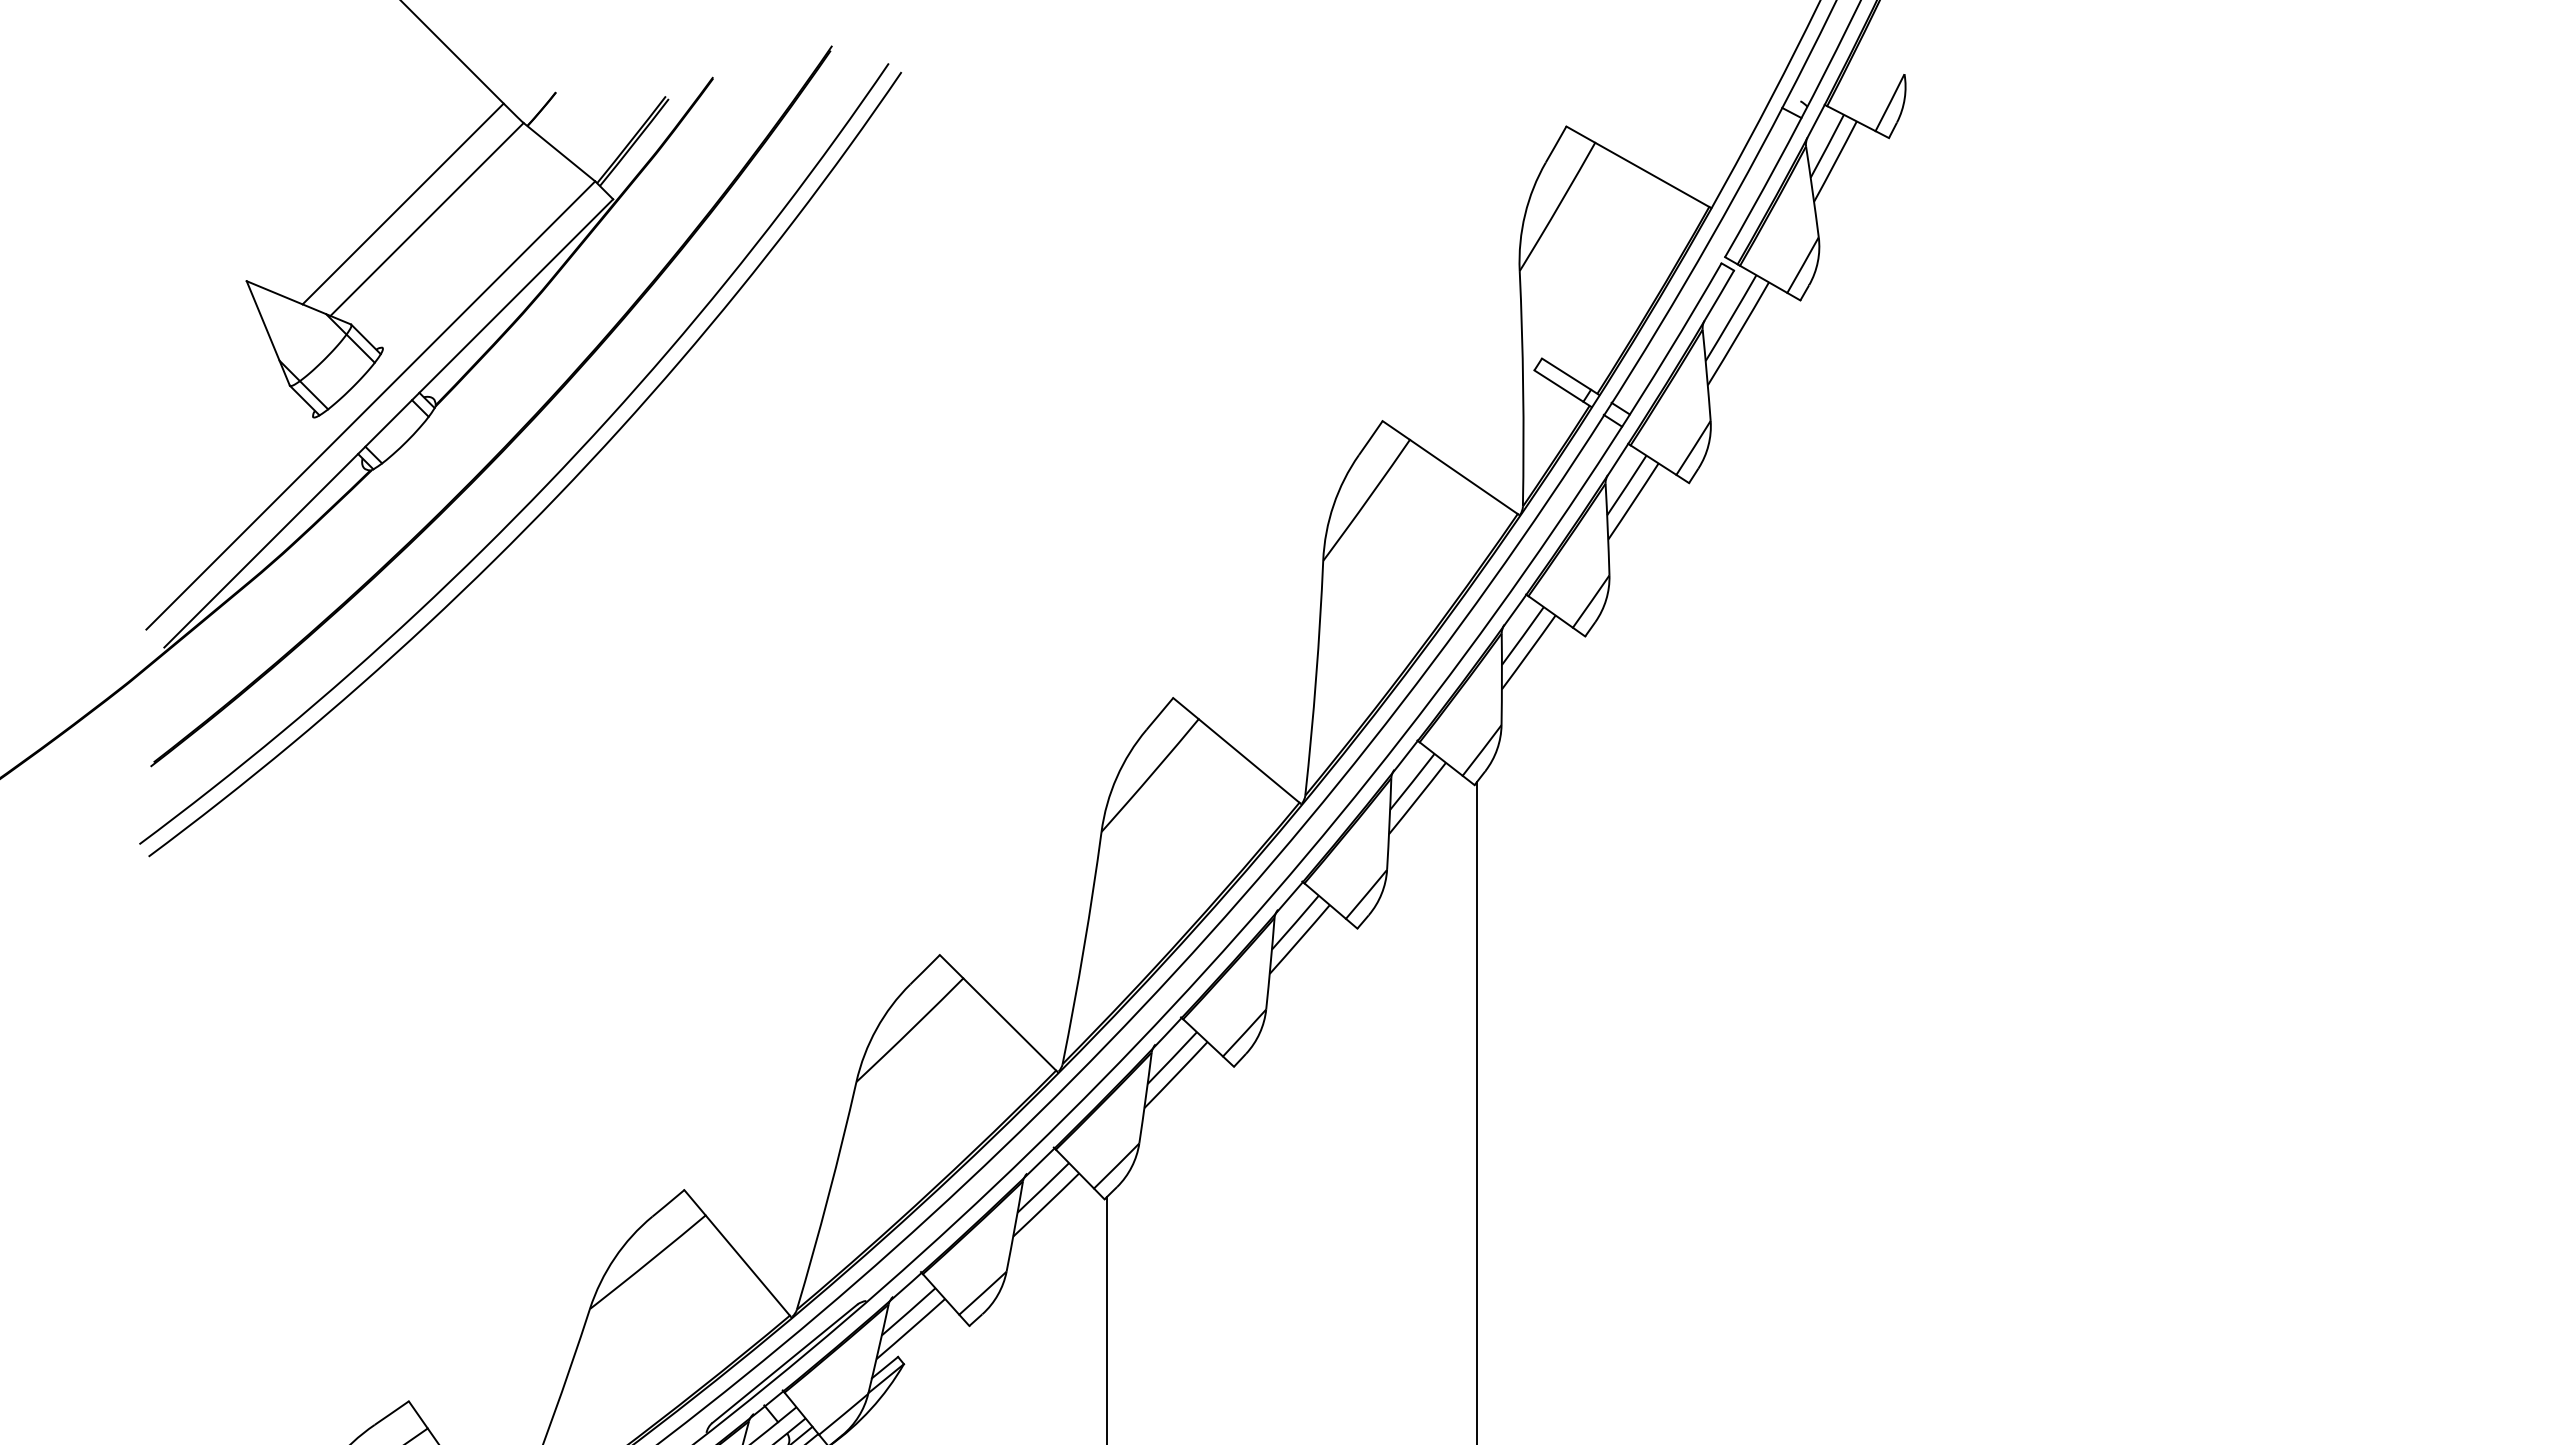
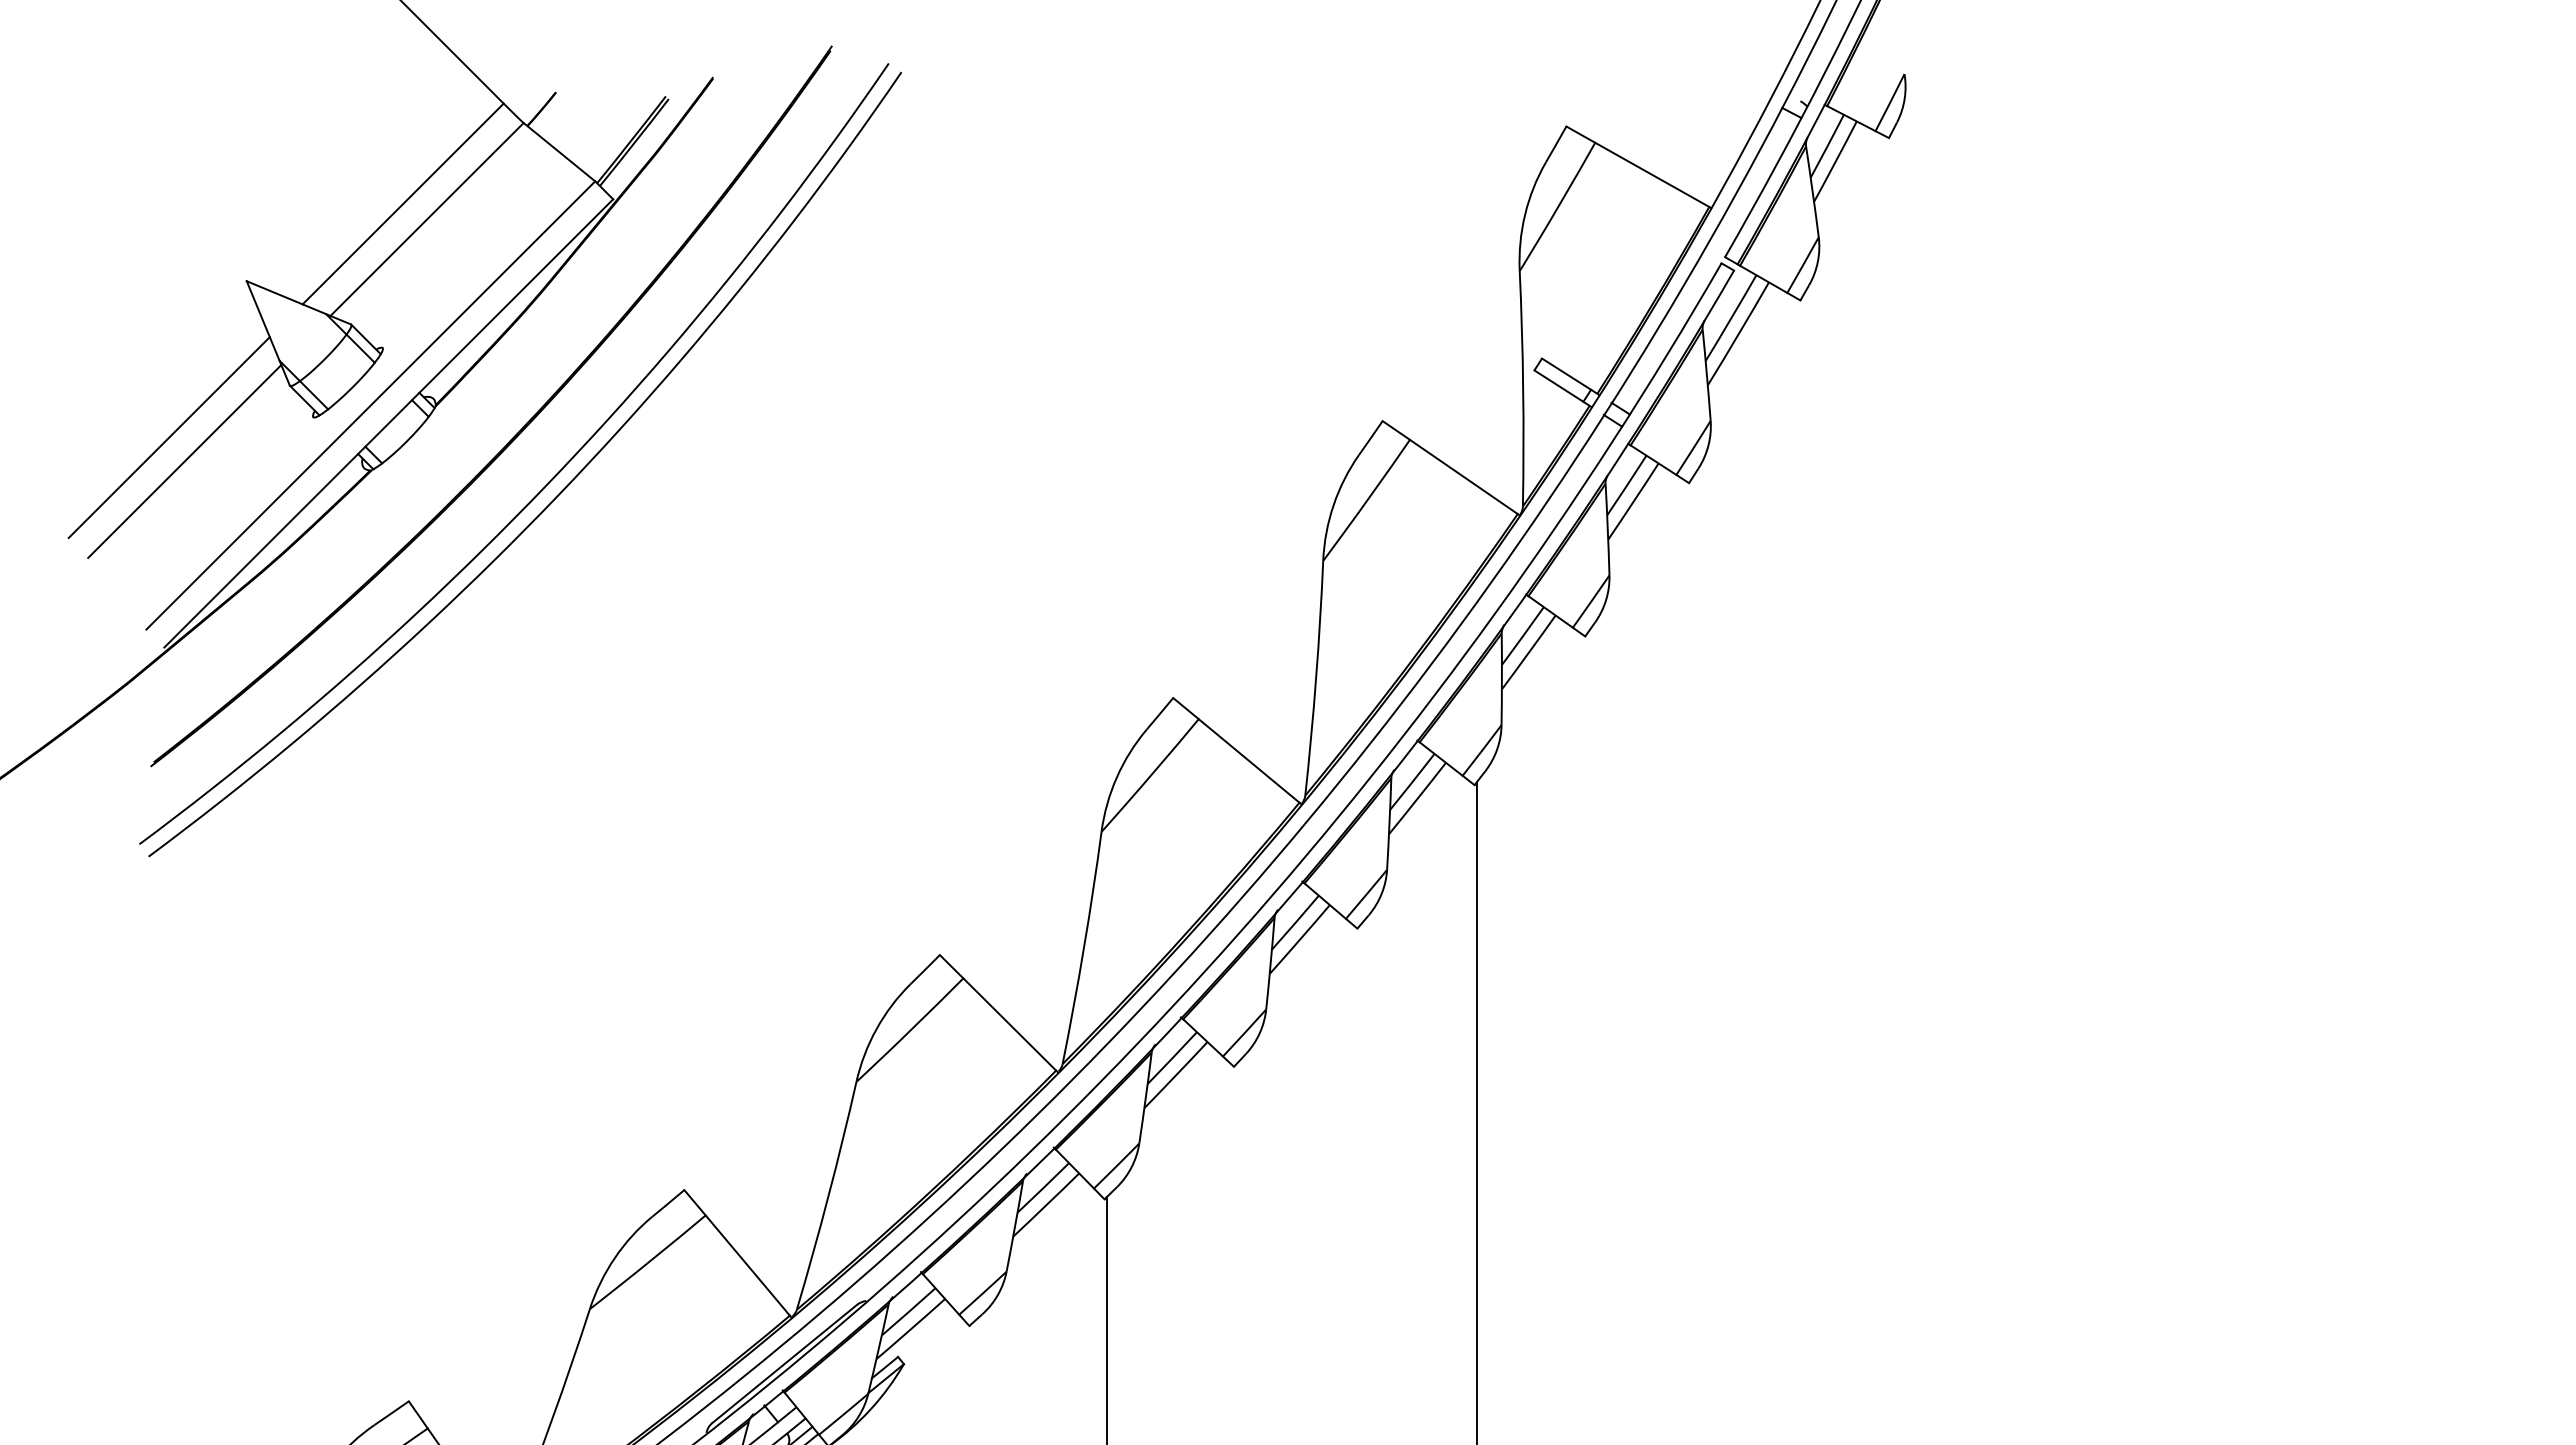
line at (168, 437): none -> present
line at (184, 461): none -> present
